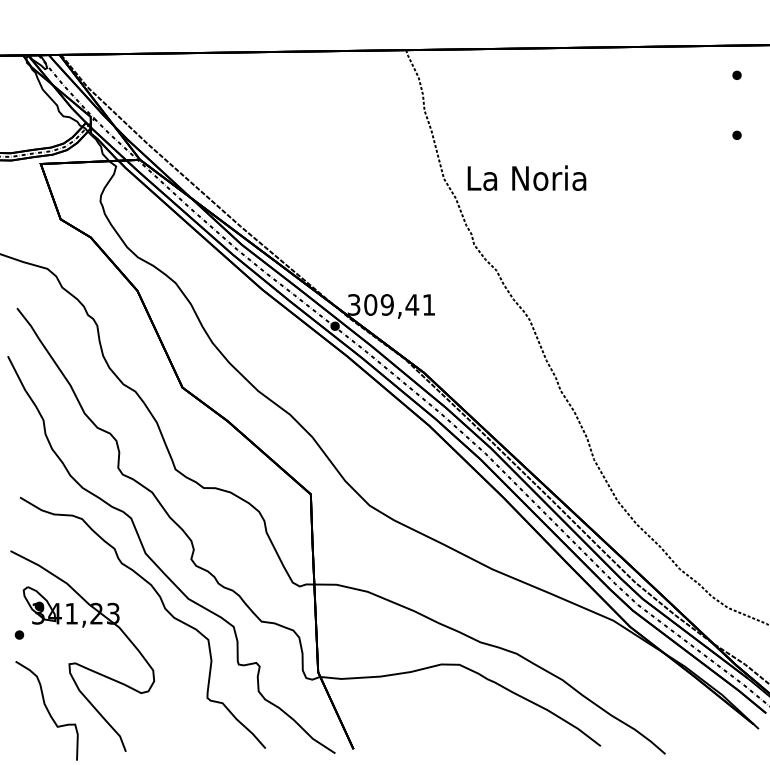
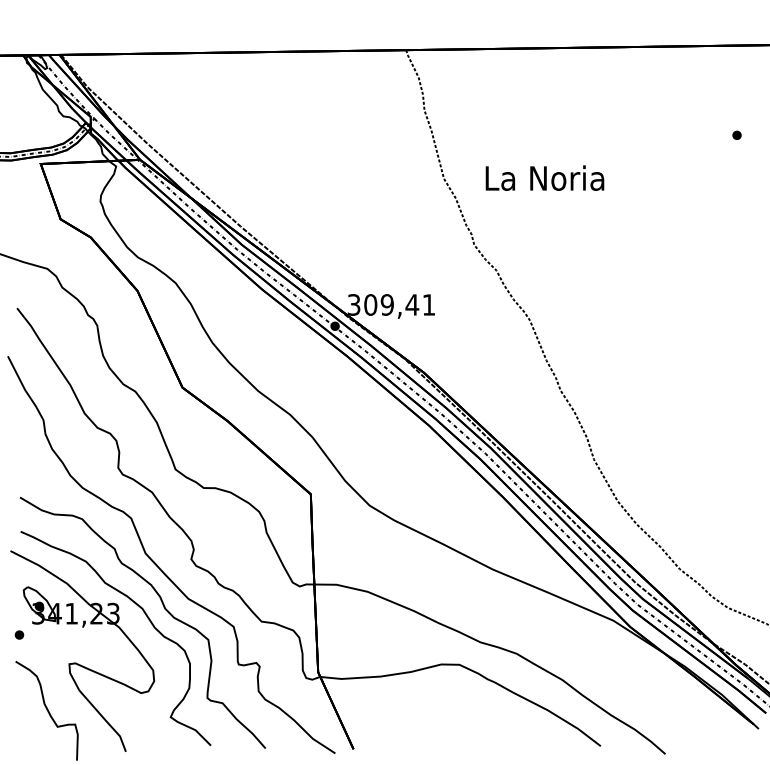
part at (736, 74): present -> none
text at (526, 177) position: (526, 177) -> (544, 177)
curve at (147, 618): none -> present
